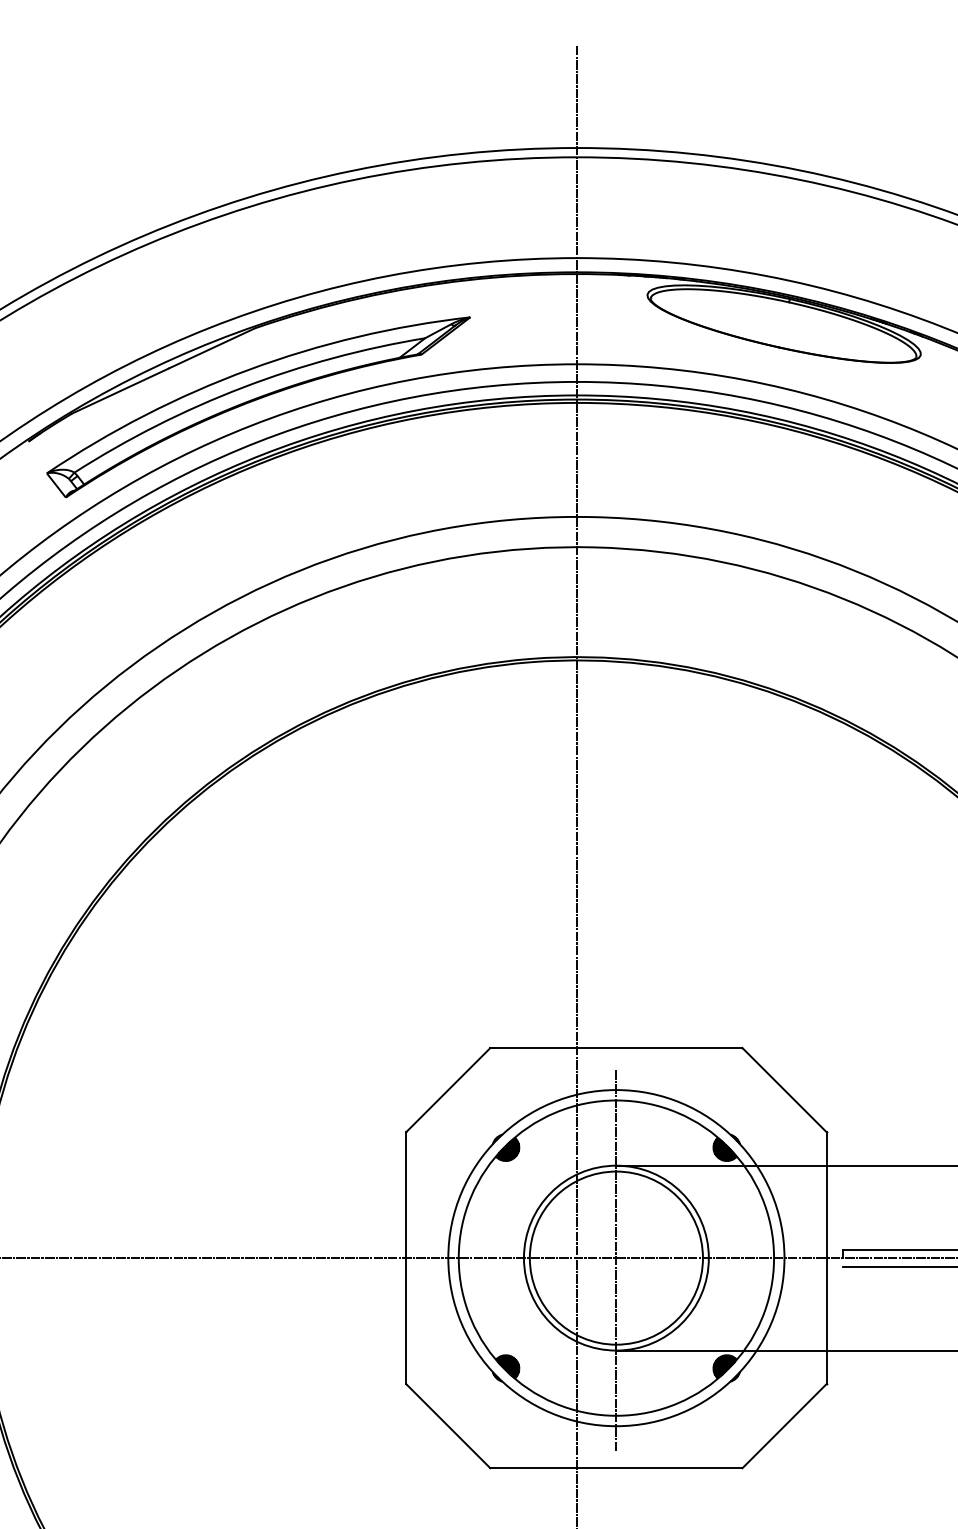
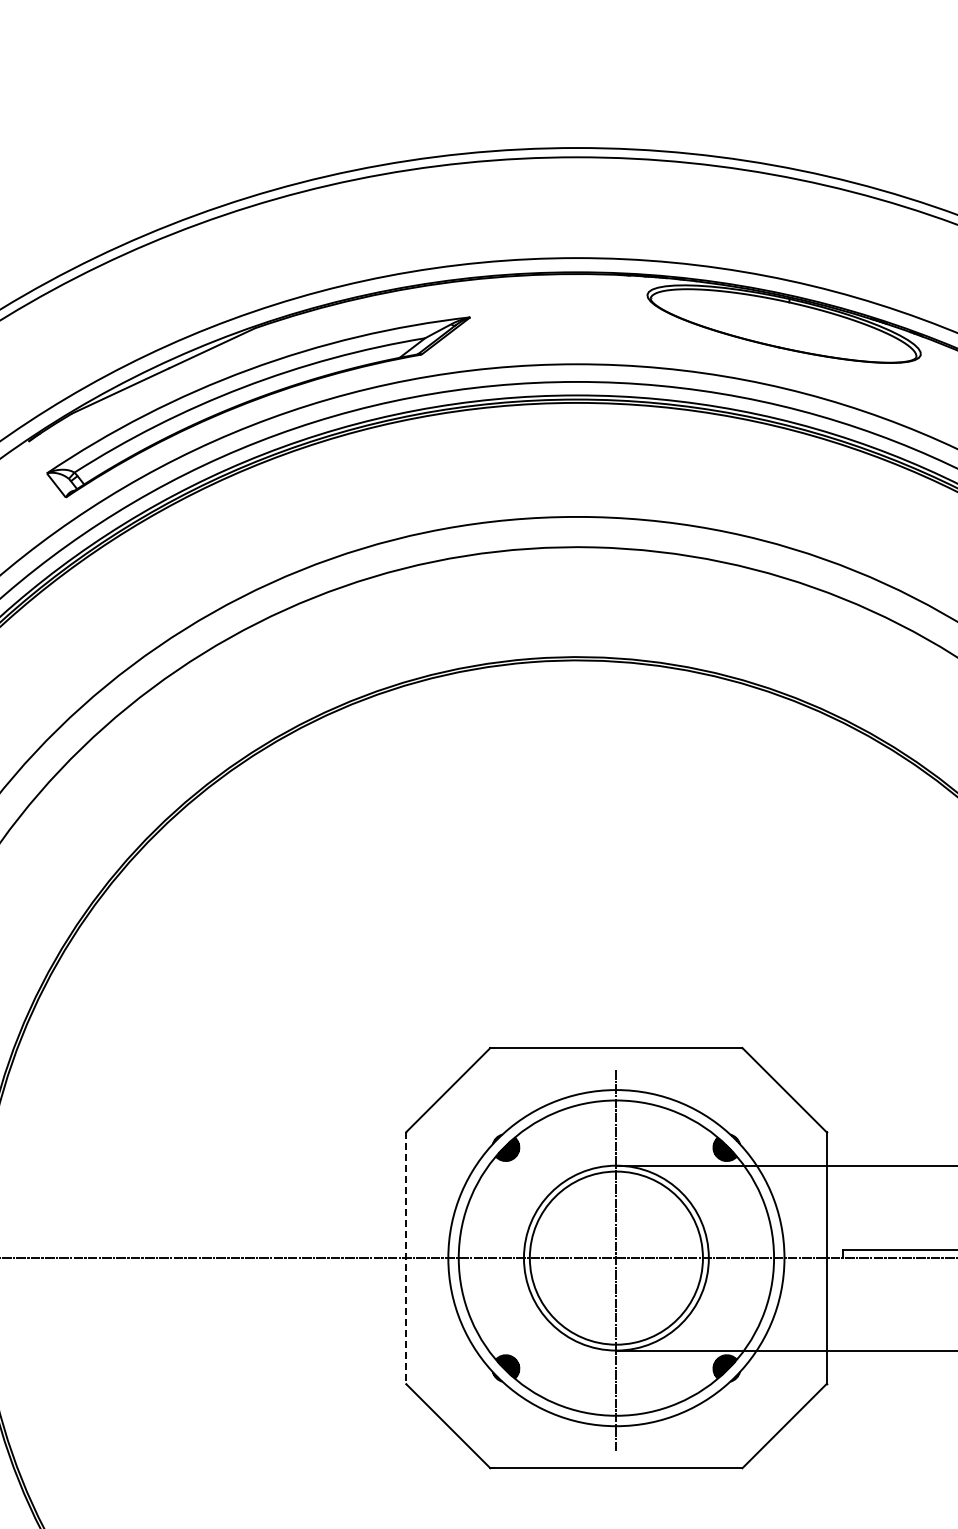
line at (577, 785): present -> none
line at (406, 1258): solid -> dashed
line at (898, 1266): present -> none
